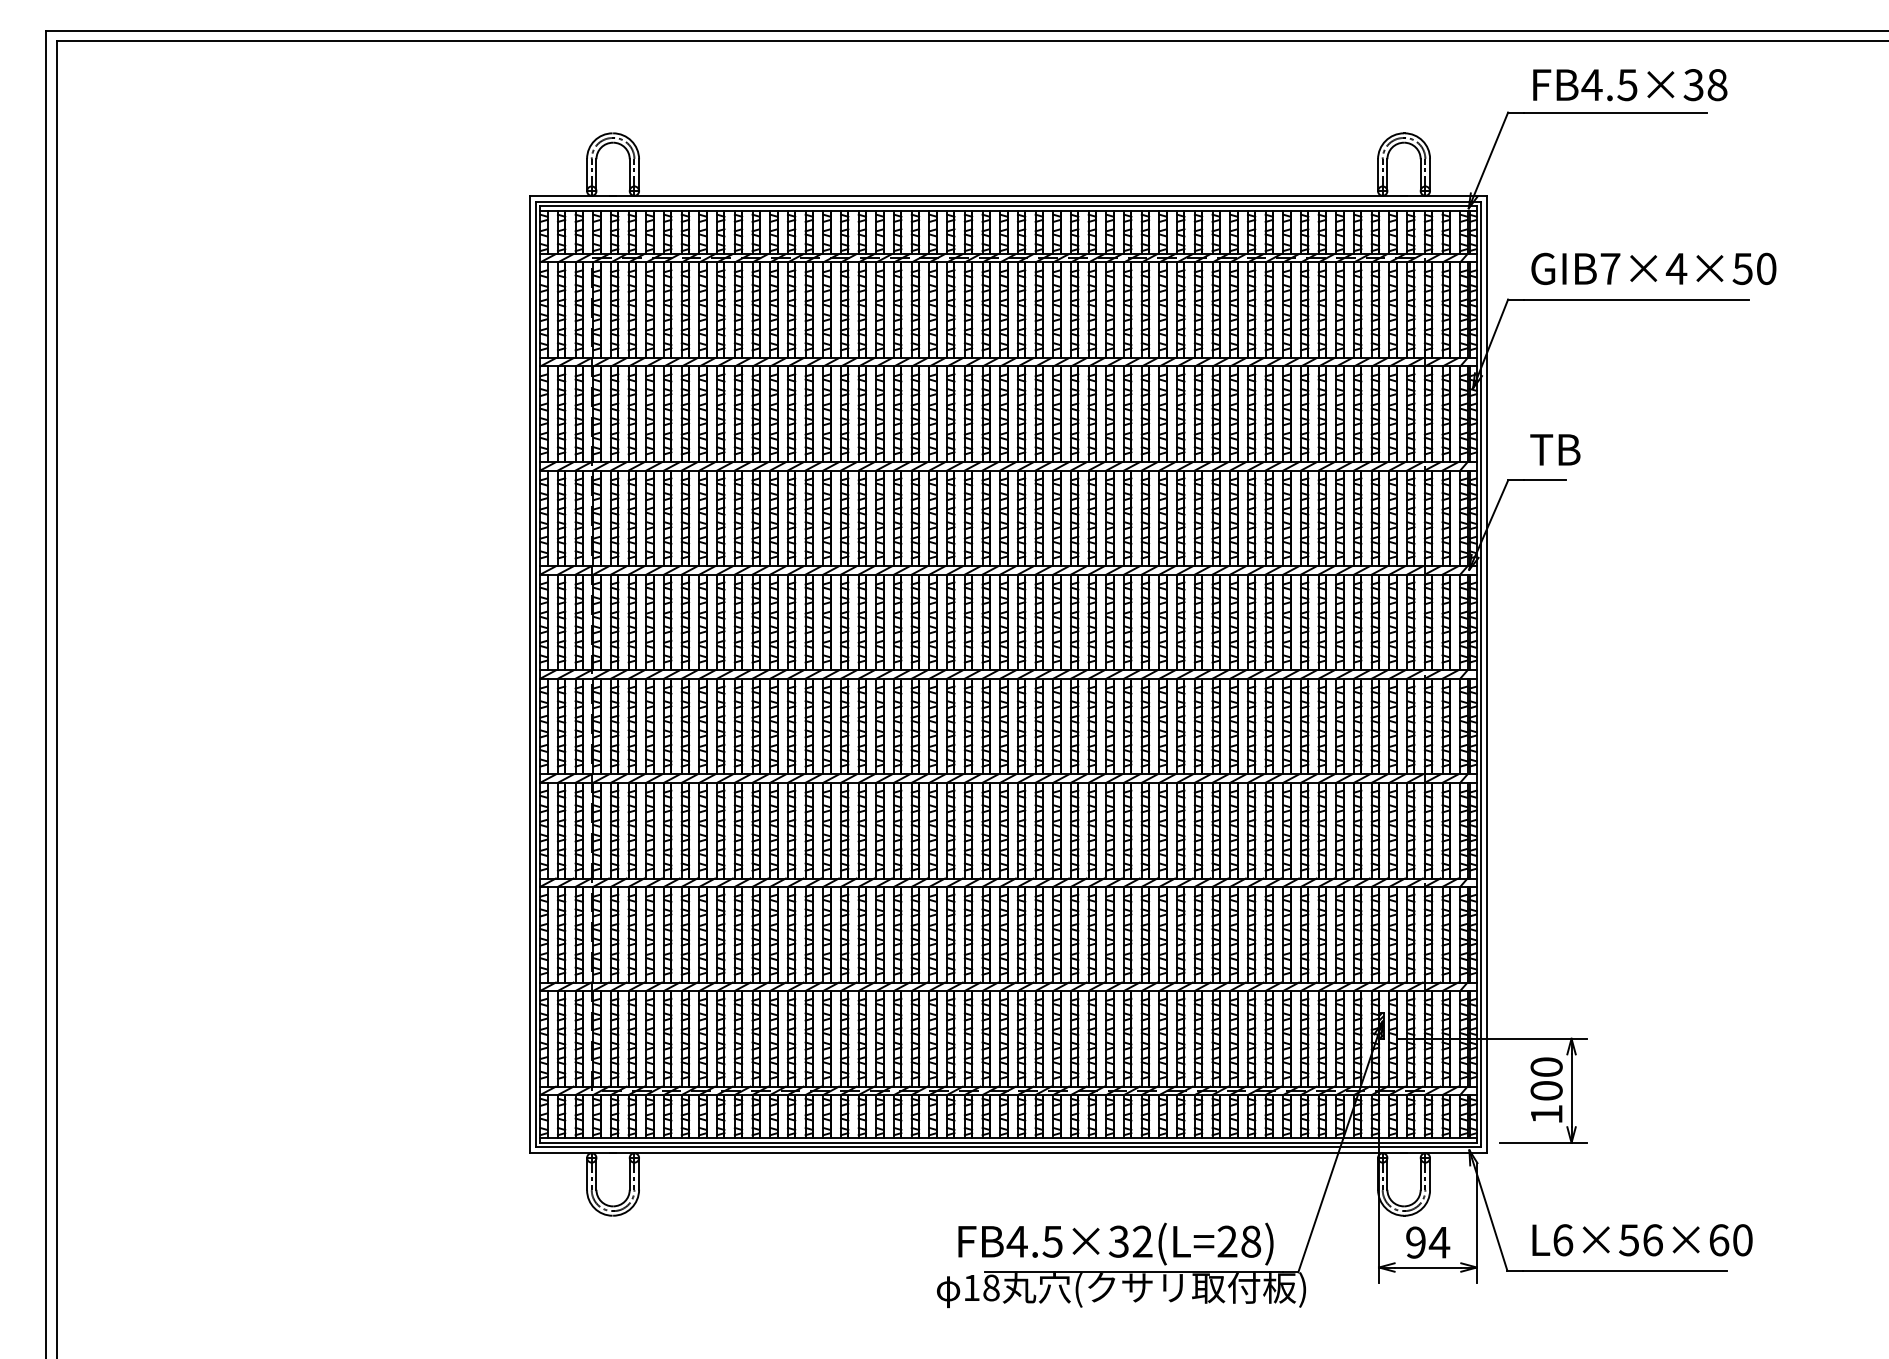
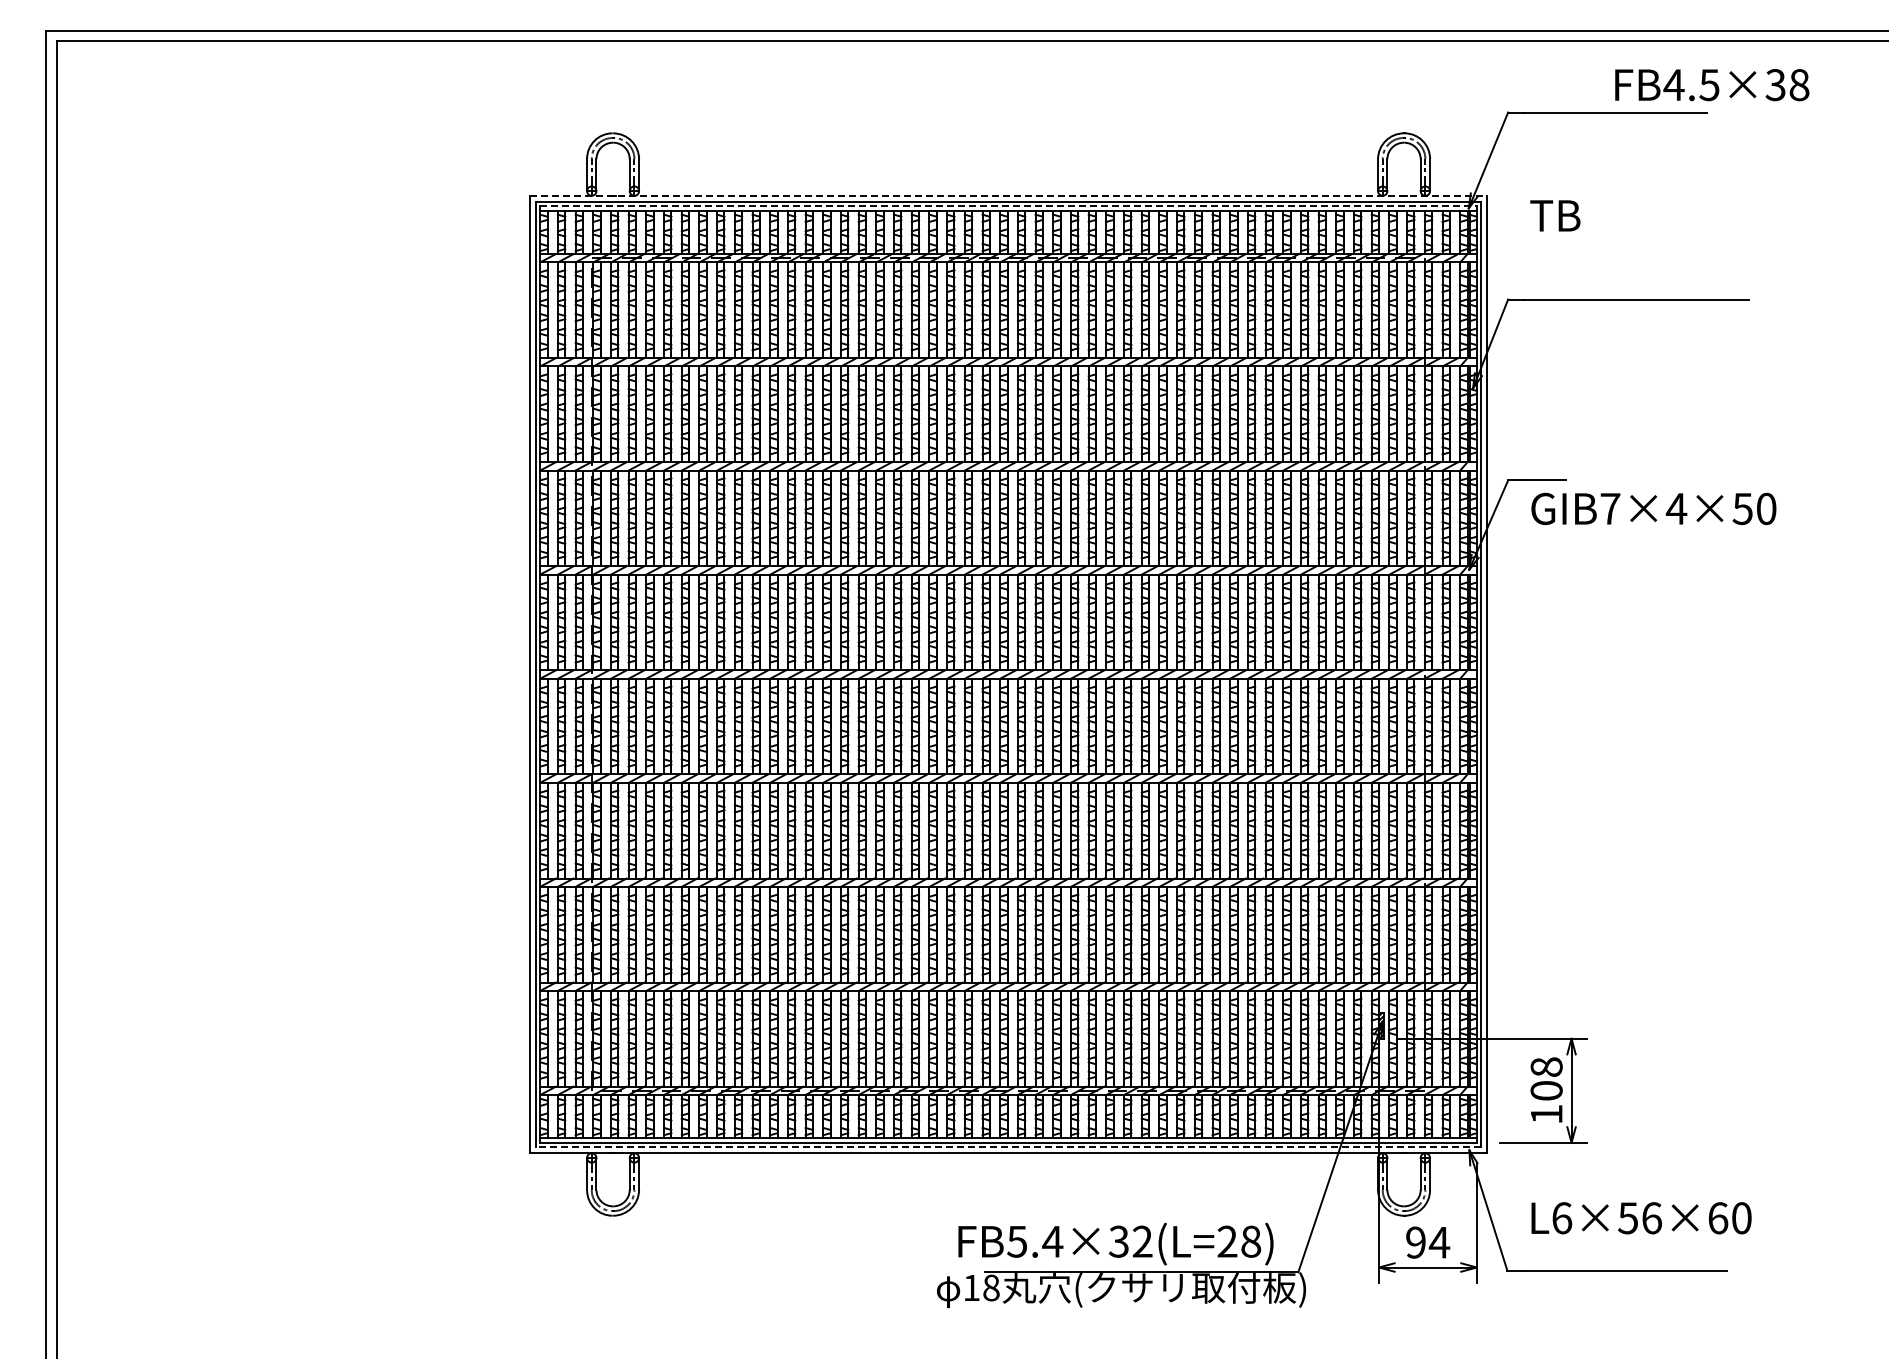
text at (1630, 85) position: (1630, 85) -> (1712, 85)
line at (1008, 195): solid -> dashed
line at (1009, 206): solid -> dashed
text at (1653, 268) position: (1653, 268) -> (1653, 508)
text at (1555, 449) position: (1555, 449) -> (1555, 215)
text at (1546, 1066): 100 -> 108
line at (1008, 1147): solid -> dashed
text at (1642, 1240) position: (1642, 1240) -> (1641, 1218)
text at (1034, 1241): FB4.5×32(L=28) -> FB5.4×32(L=28)
